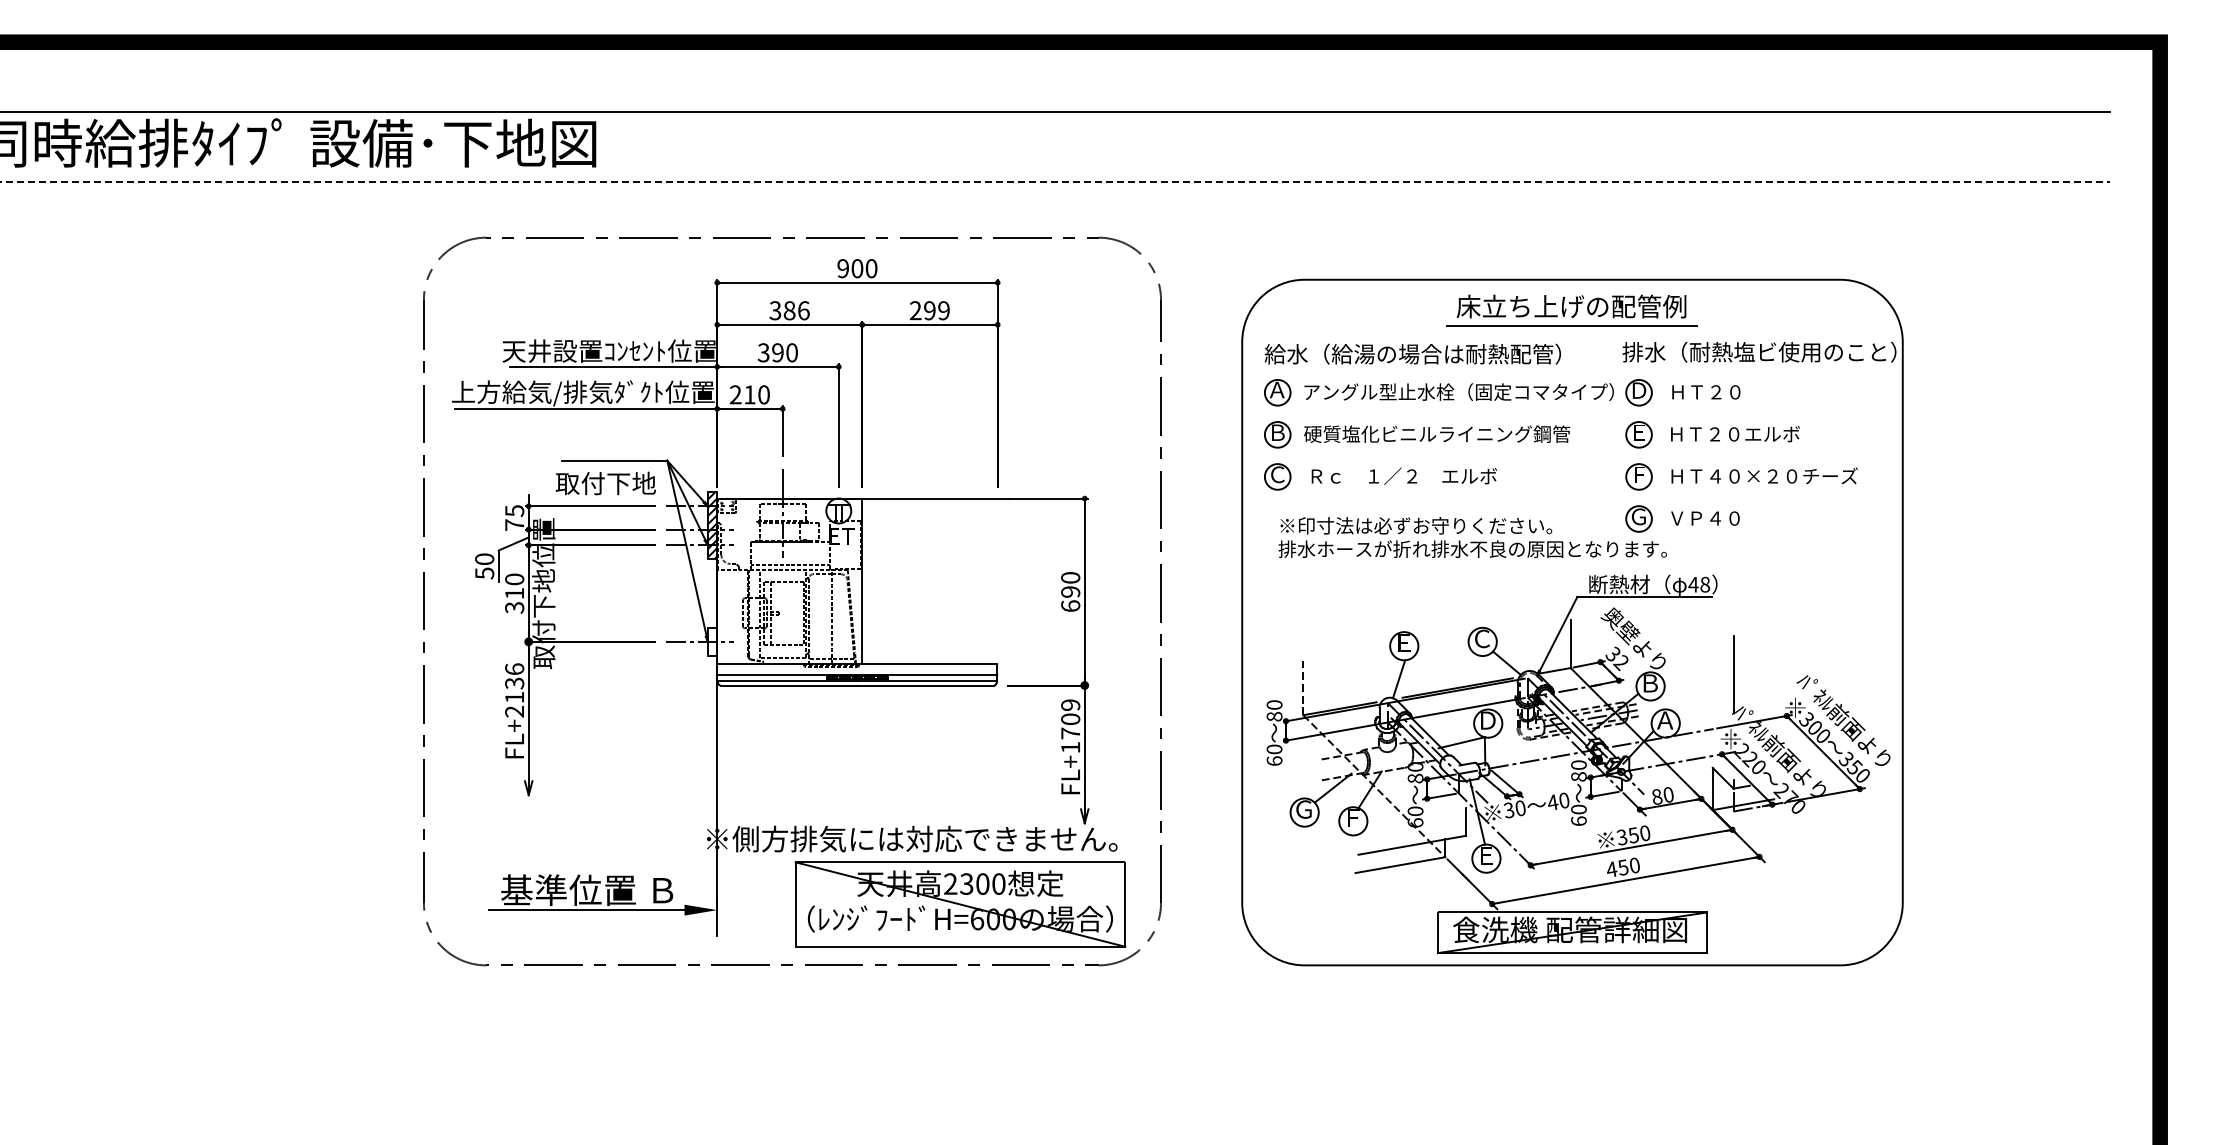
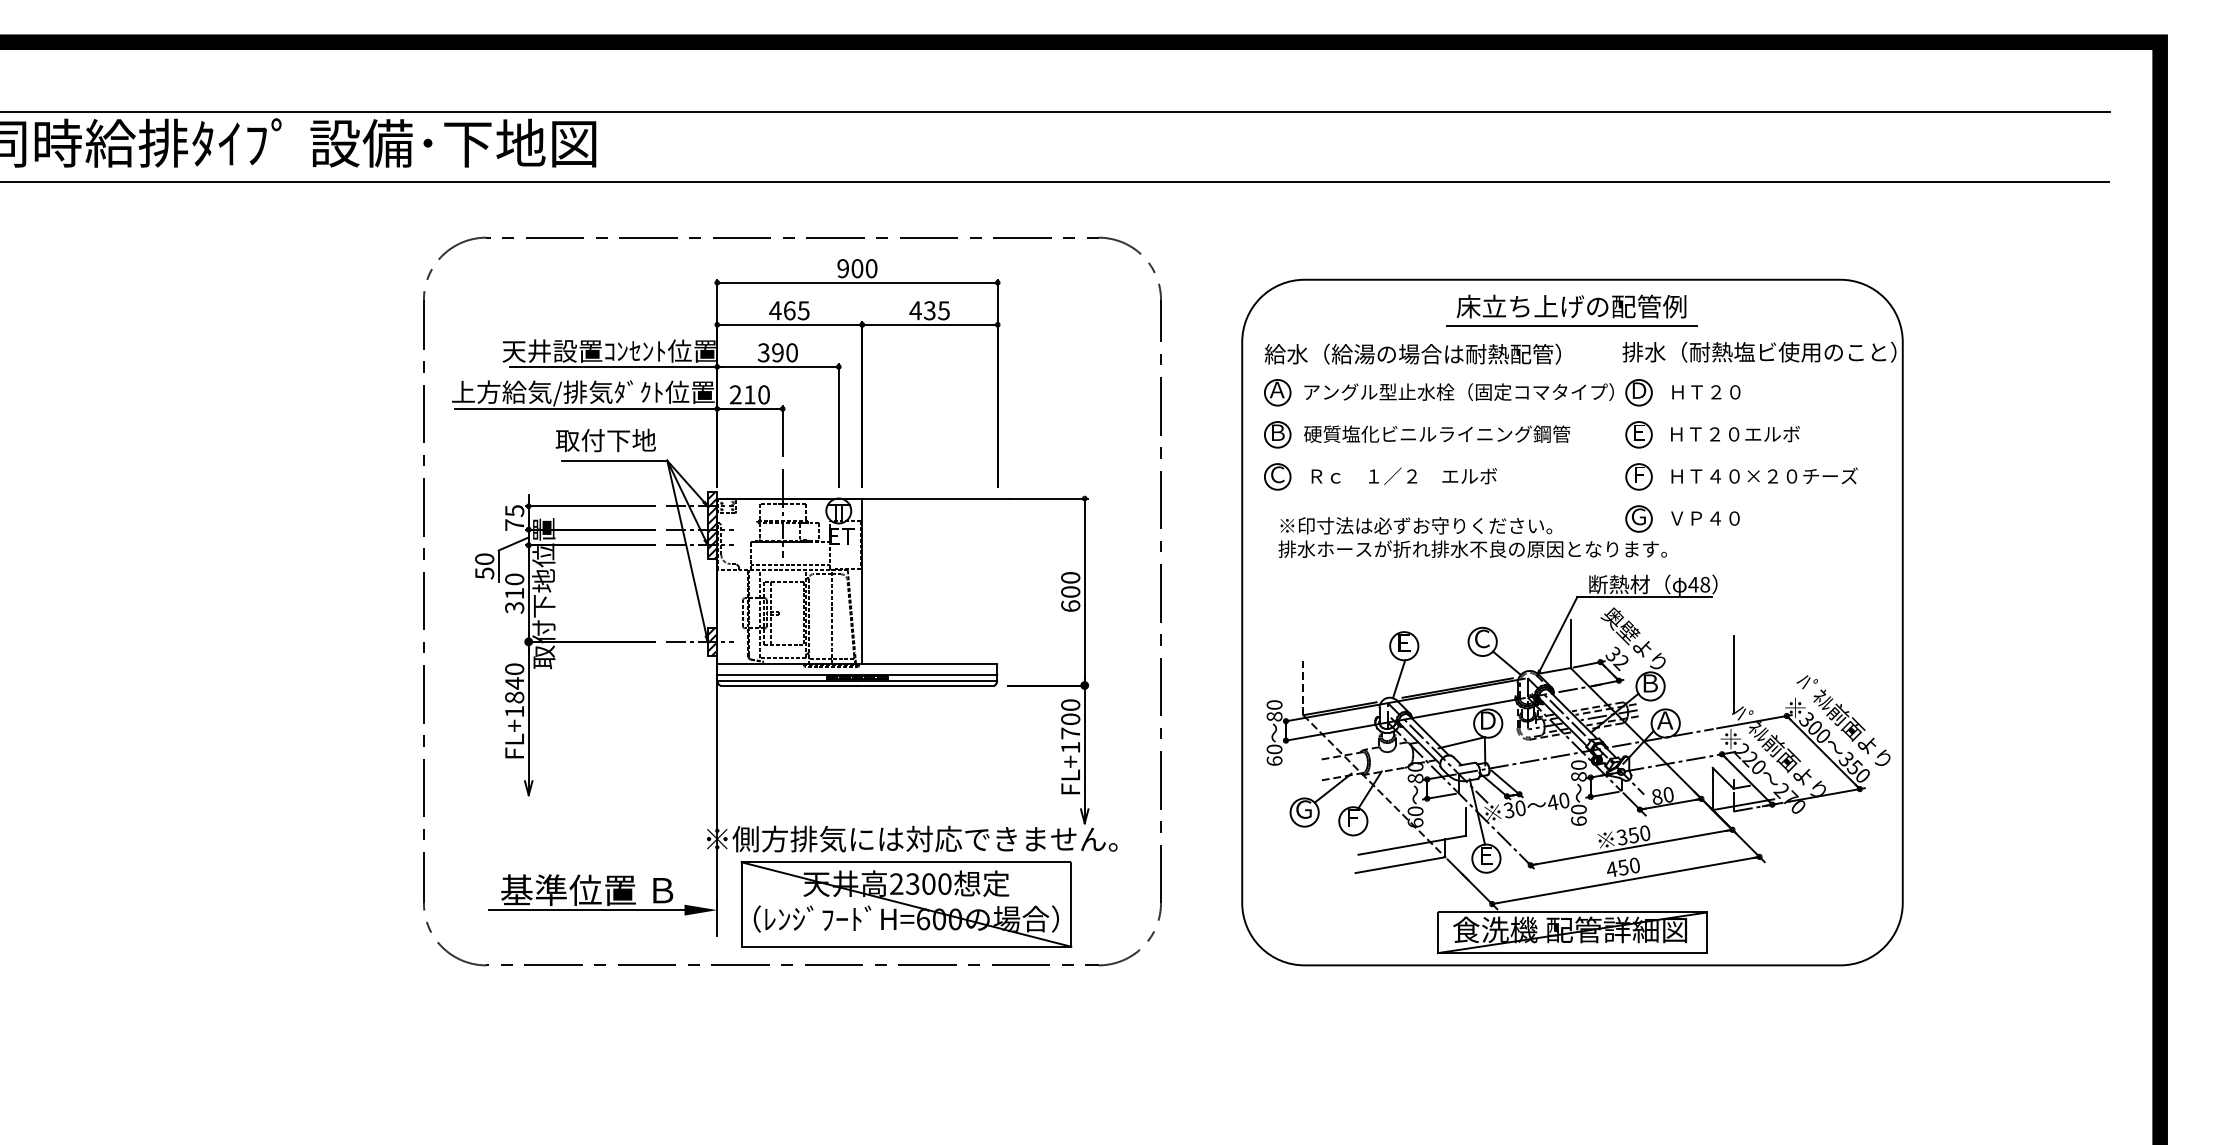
line at (1054, 181): dashed -> solid
text at (789, 310): 386 -> 465
text at (929, 310): 299 -> 435
text at (605, 483) position: (605, 483) -> (605, 440)
text at (1070, 591): 690 -> 600
hatch at (712, 641): none -> present
text at (514, 690): FL+2136 -> FL+1840
text at (1070, 704): FL+1709 -> FL+1700
part at (960, 904) position: (960, 904) -> (906, 904)
